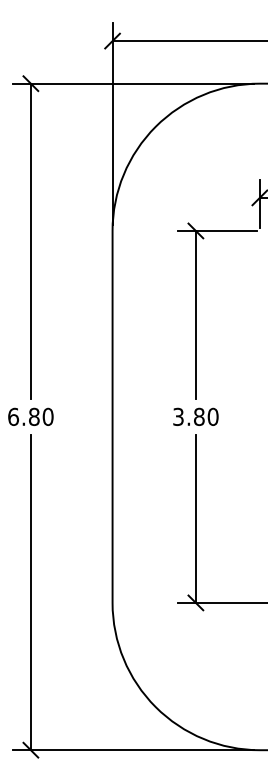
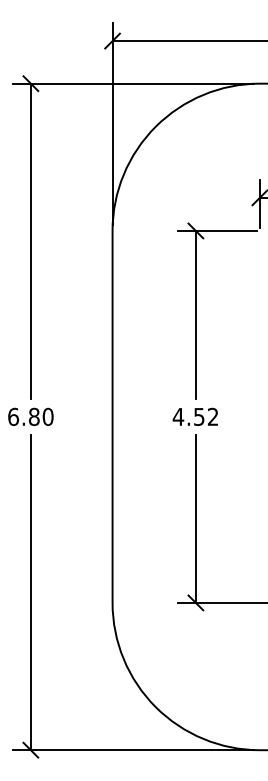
text at (195, 416): 3.80 -> 4.52
